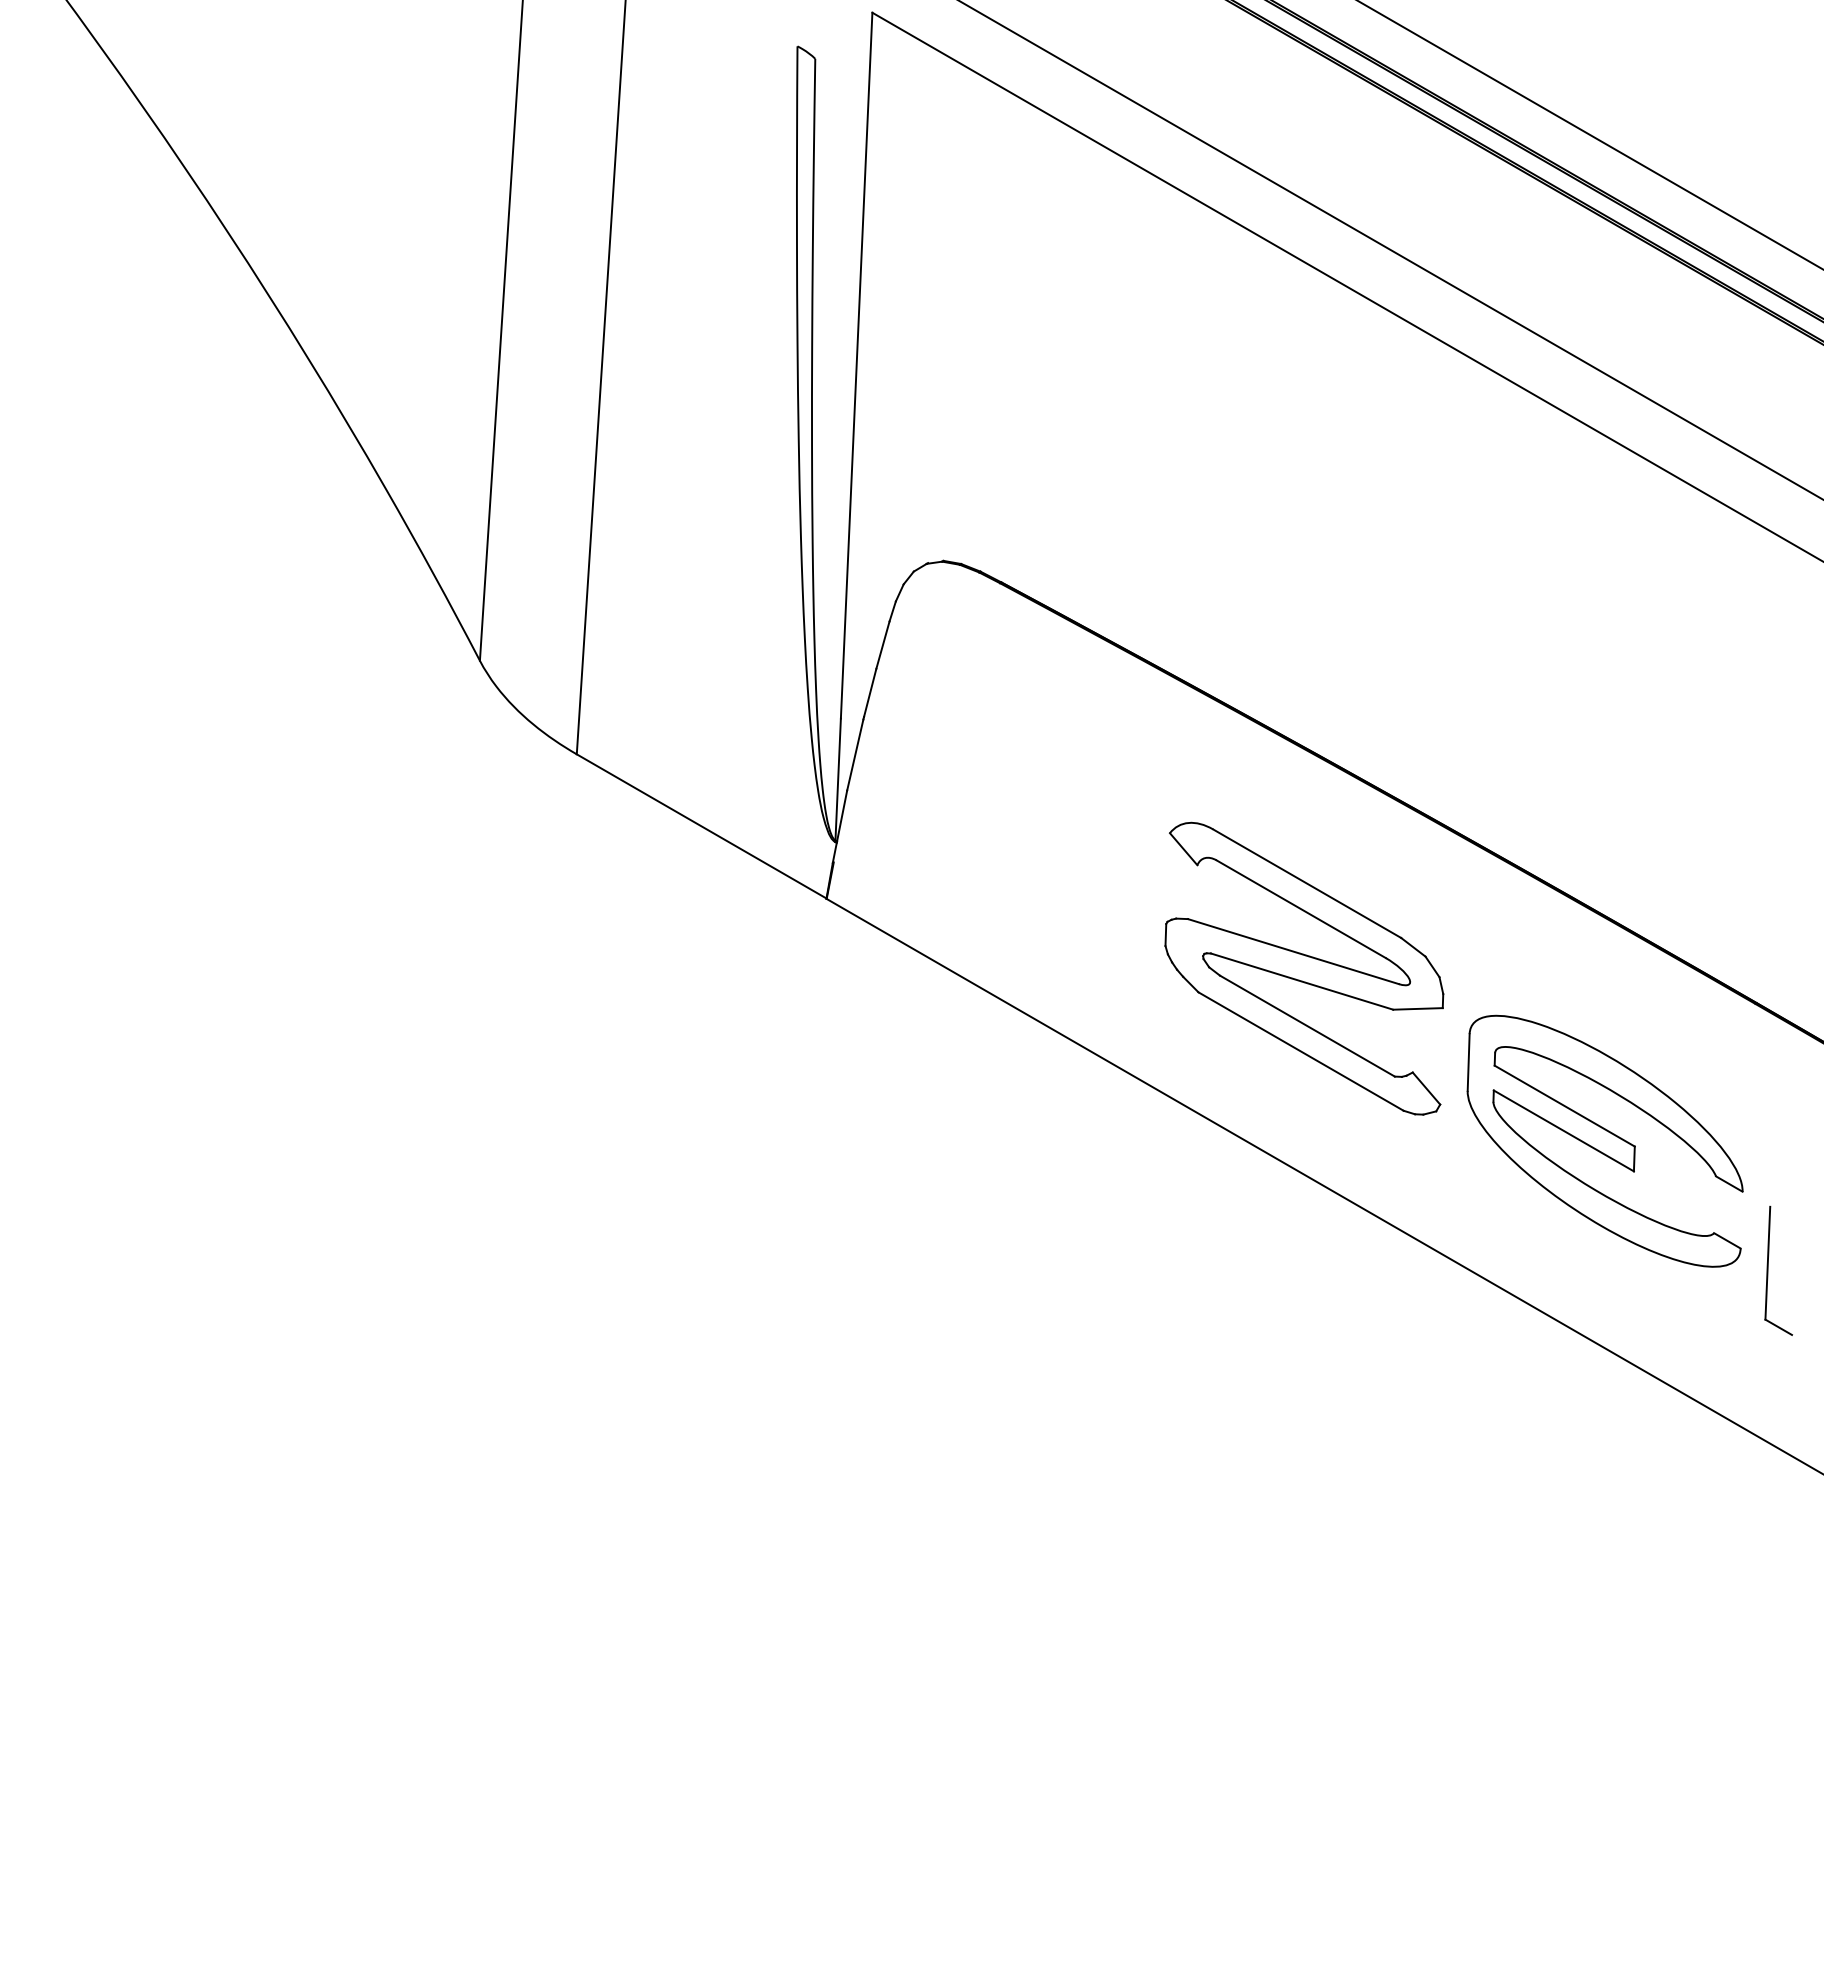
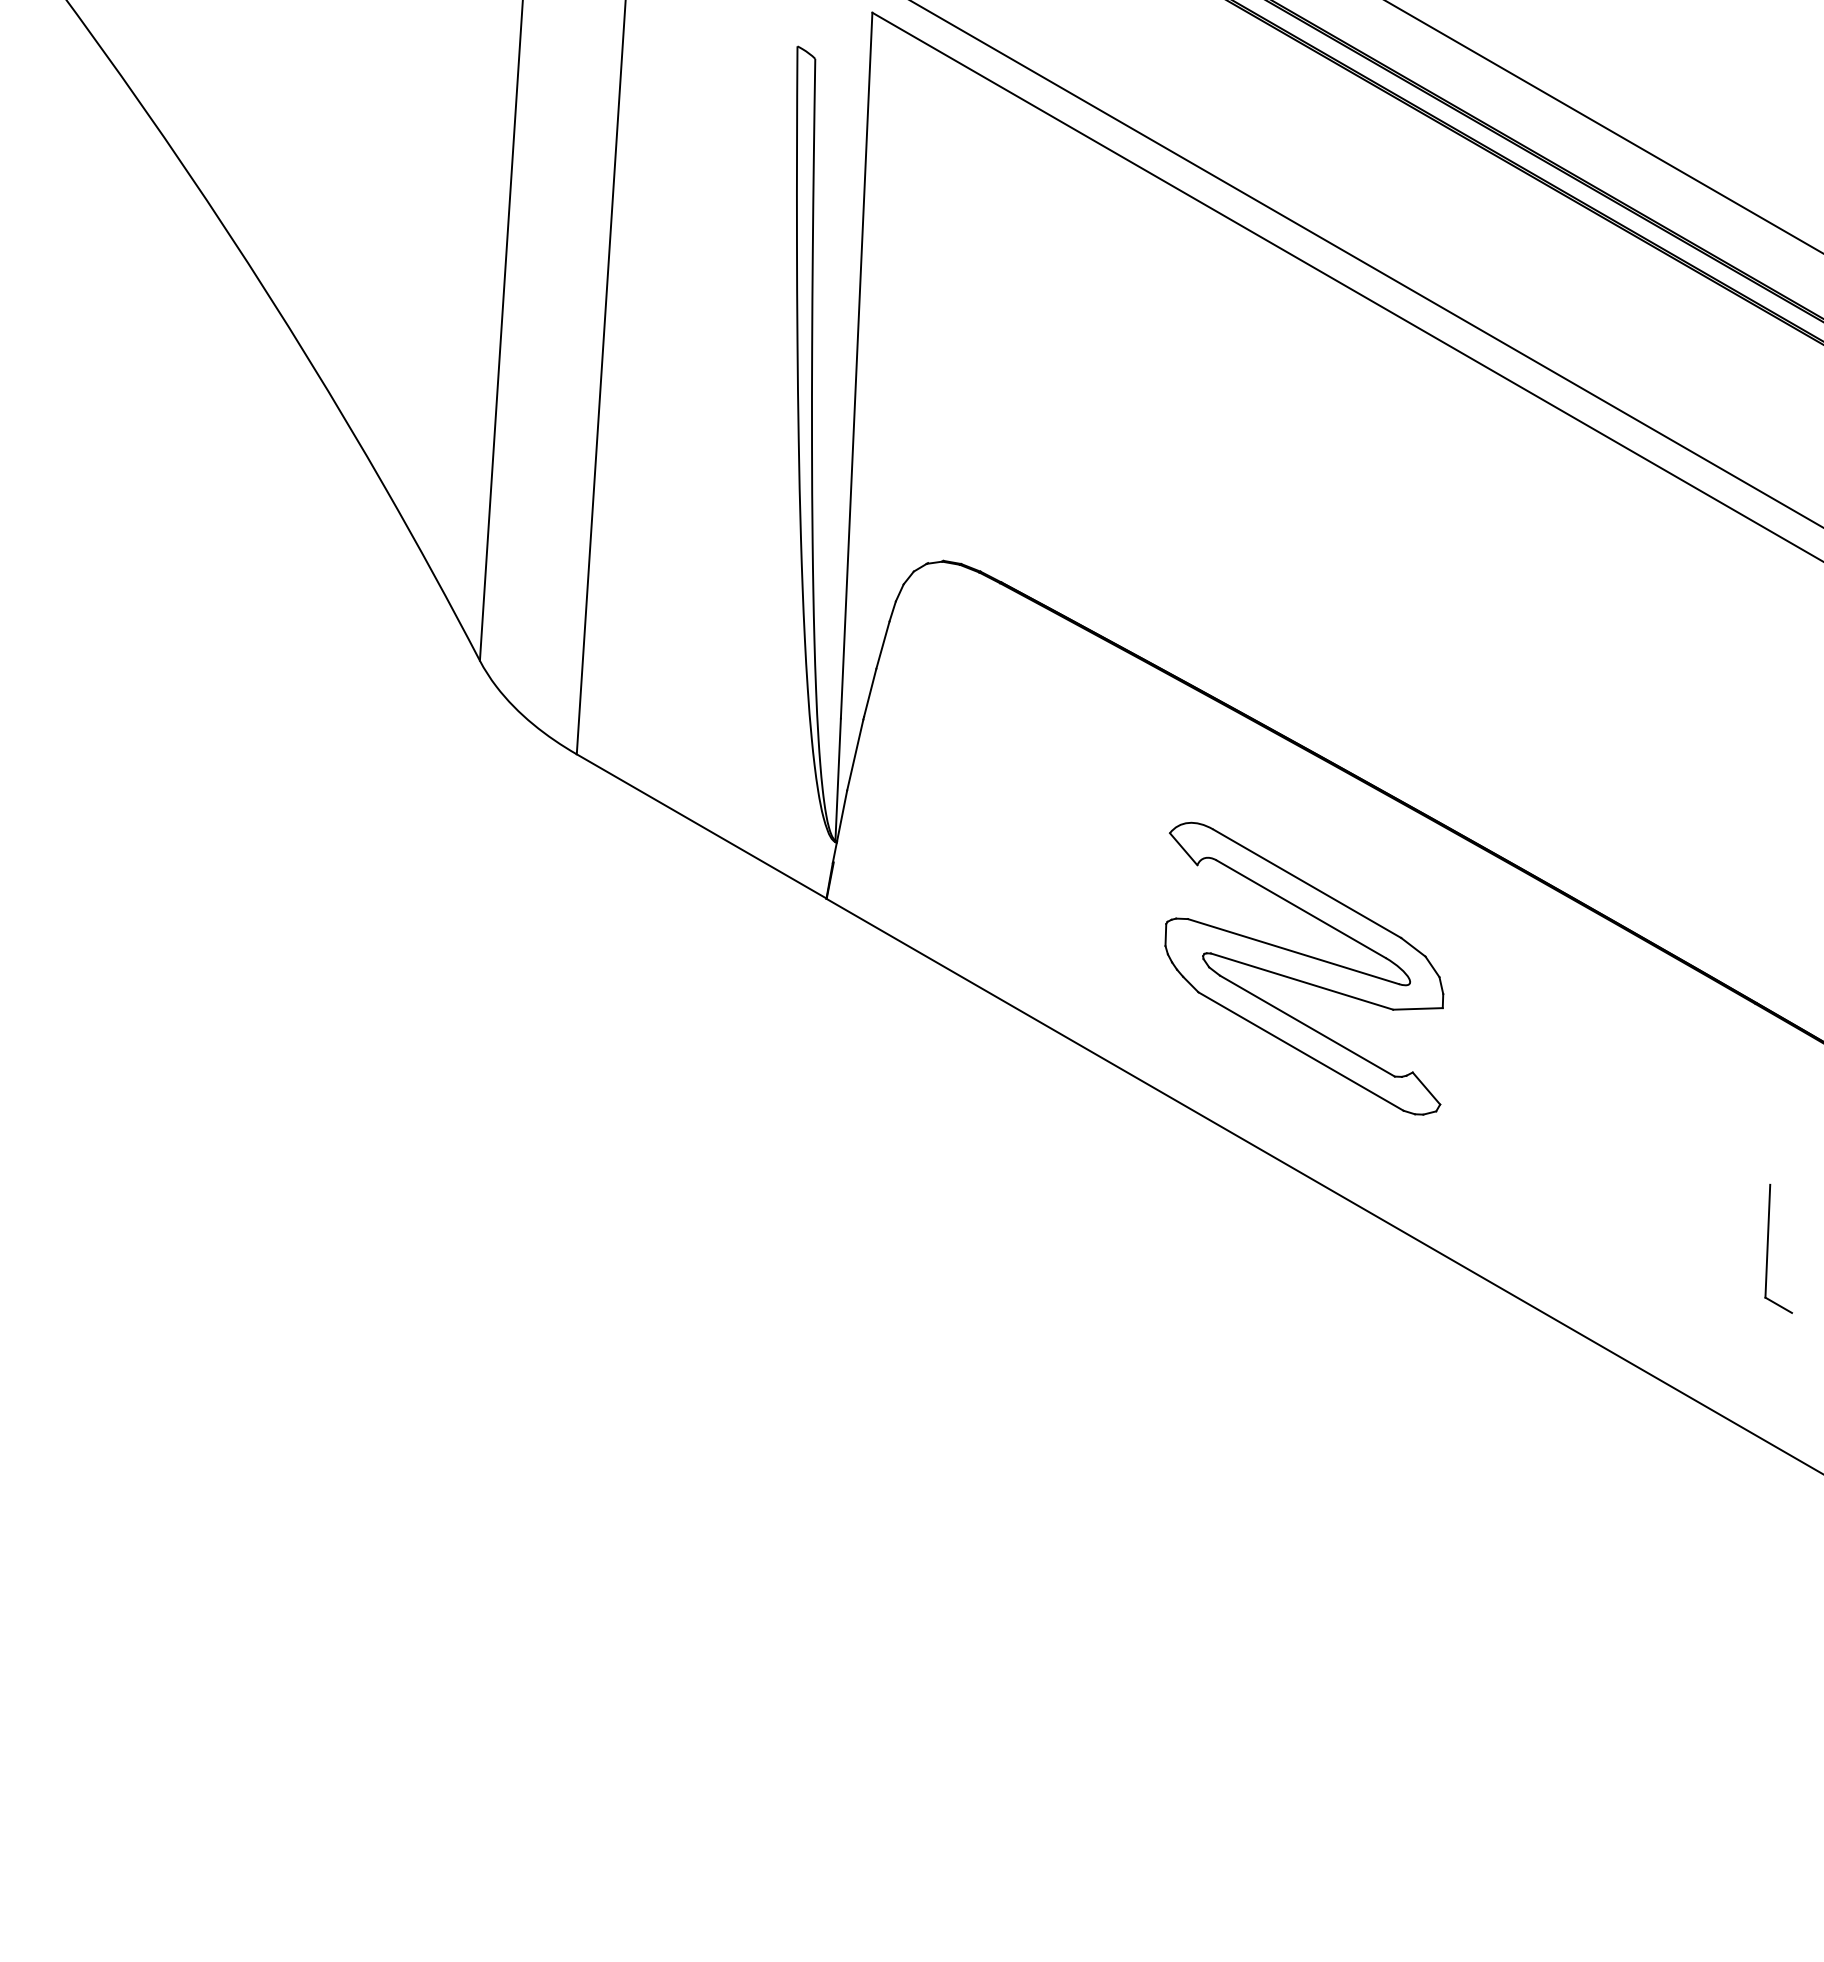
line at (1589, 135) position: (1589, 135) -> (1603, 127)
line at (1390, 250) position: (1390, 250) -> (1366, 264)
part at (1604, 1140): present -> none
part at (1768, 1270) position: (1768, 1270) -> (1768, 1248)
